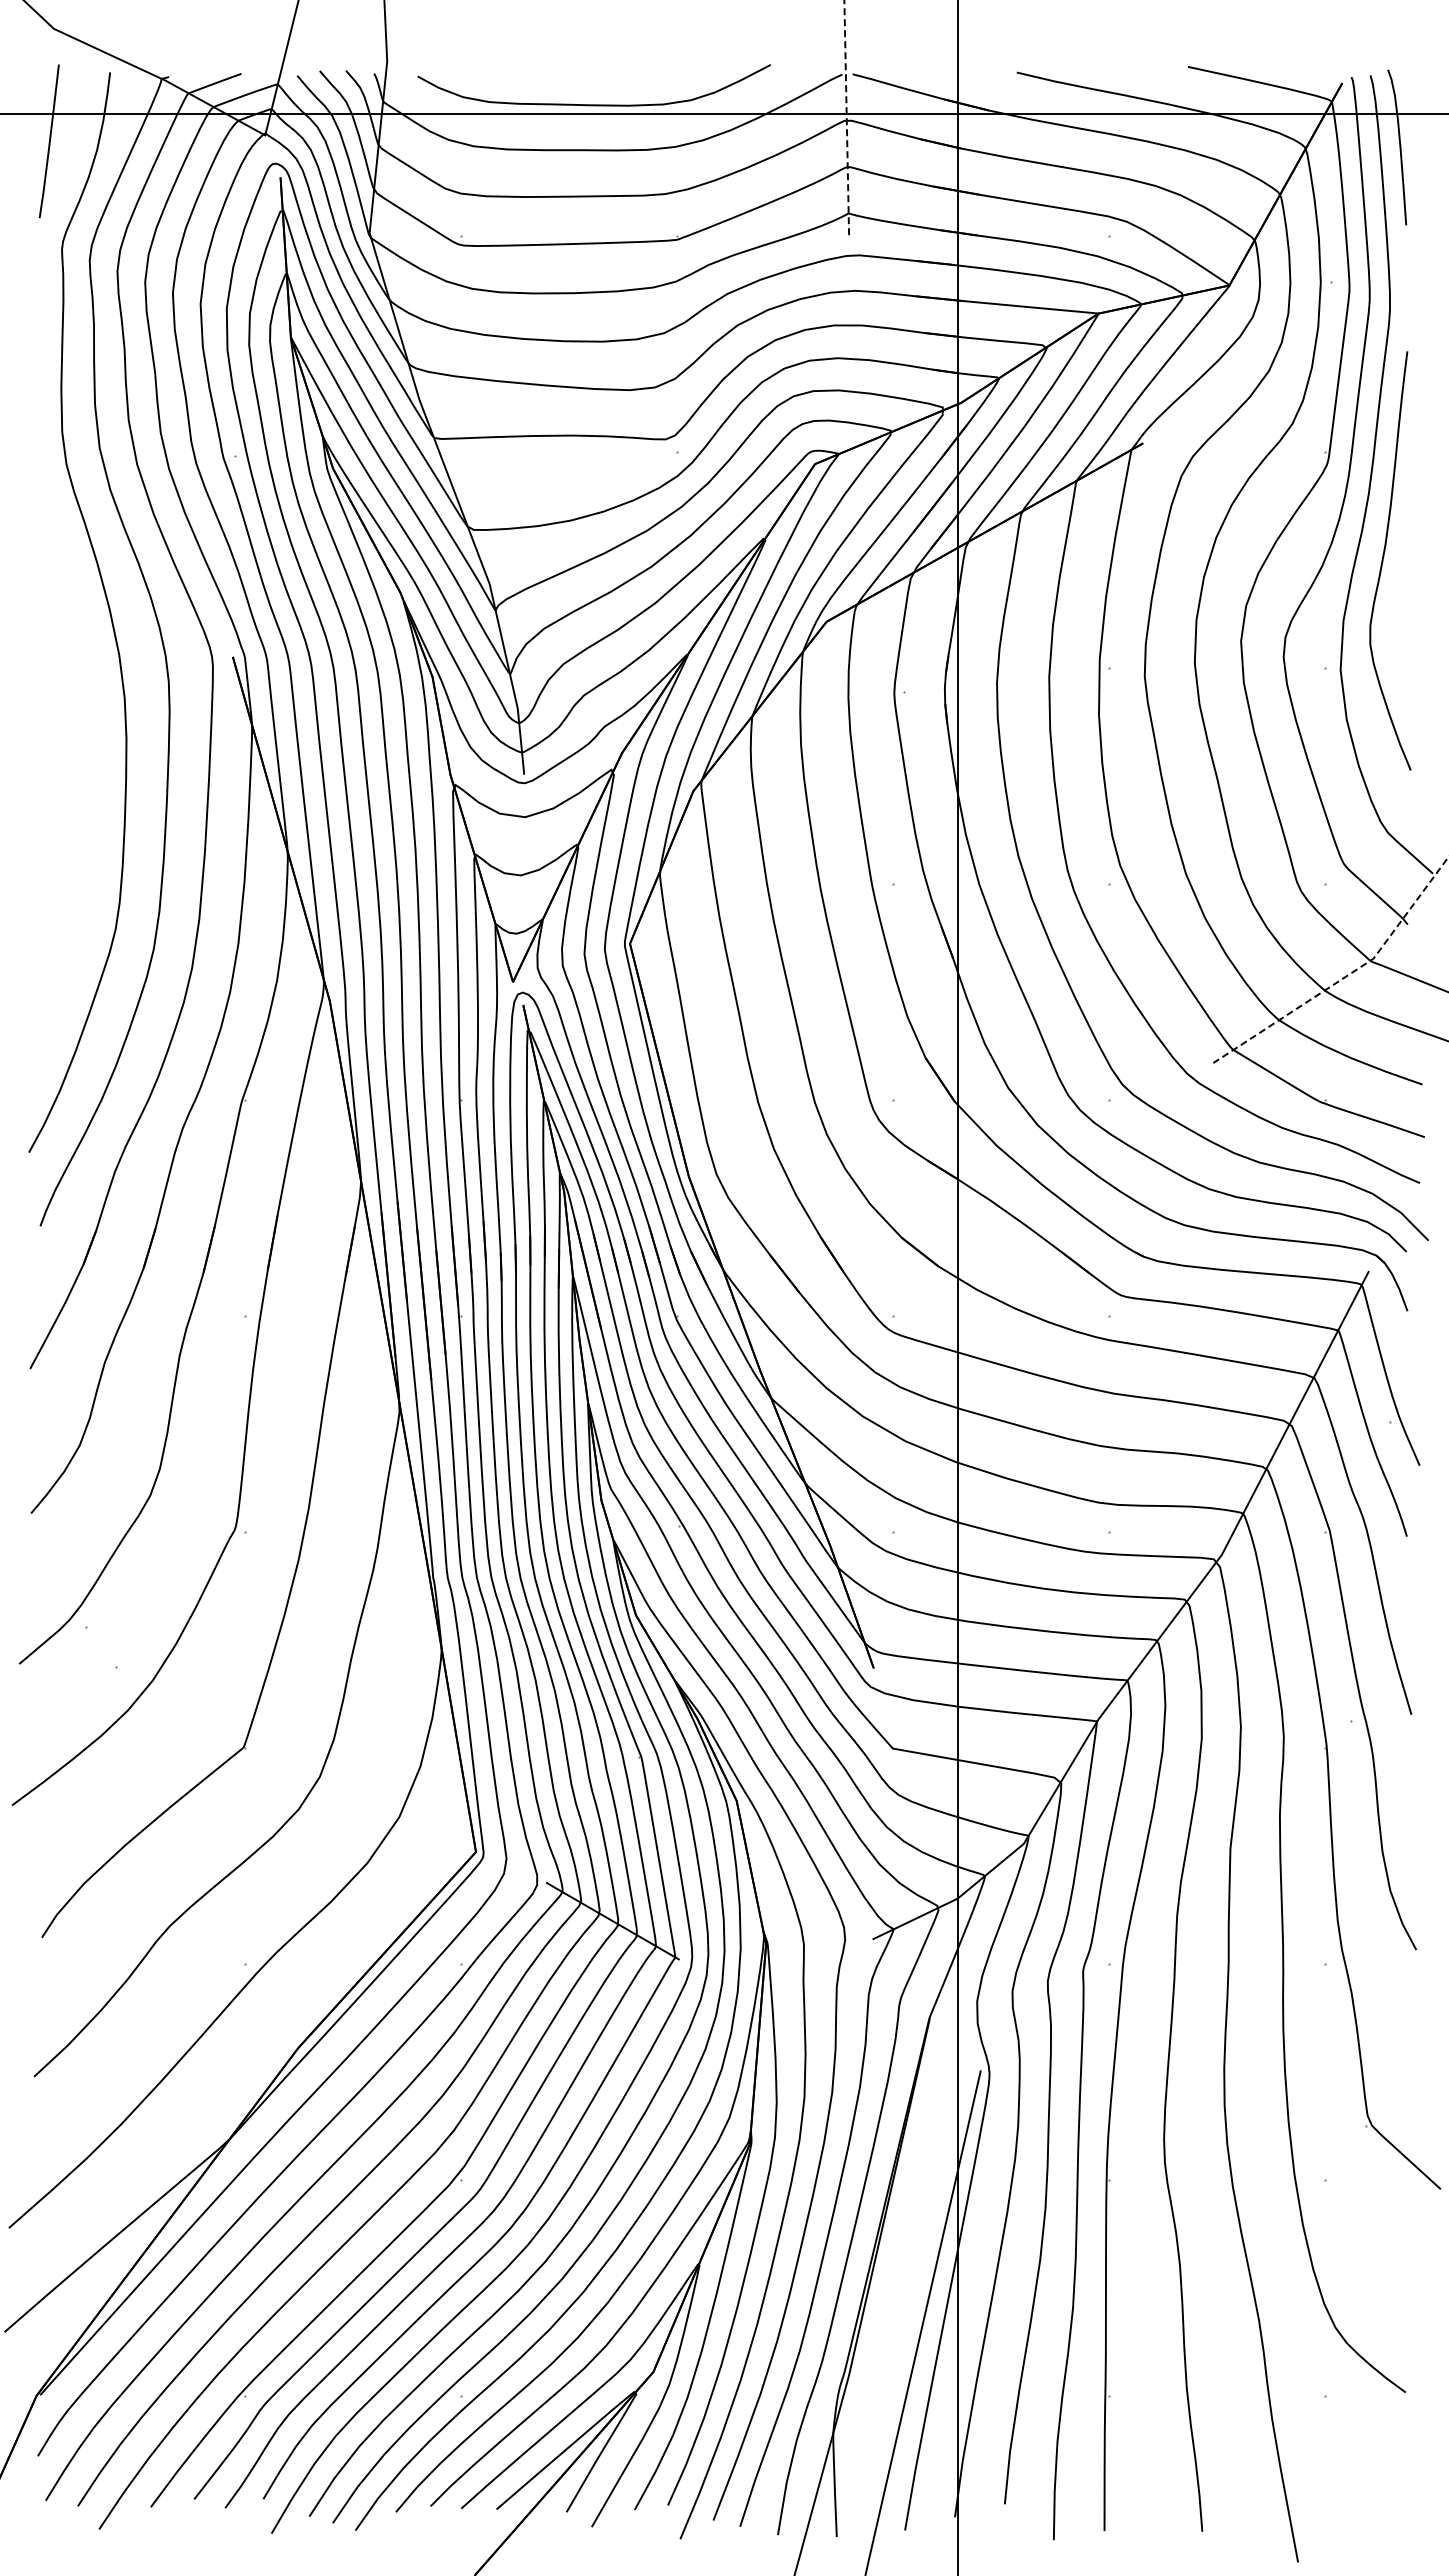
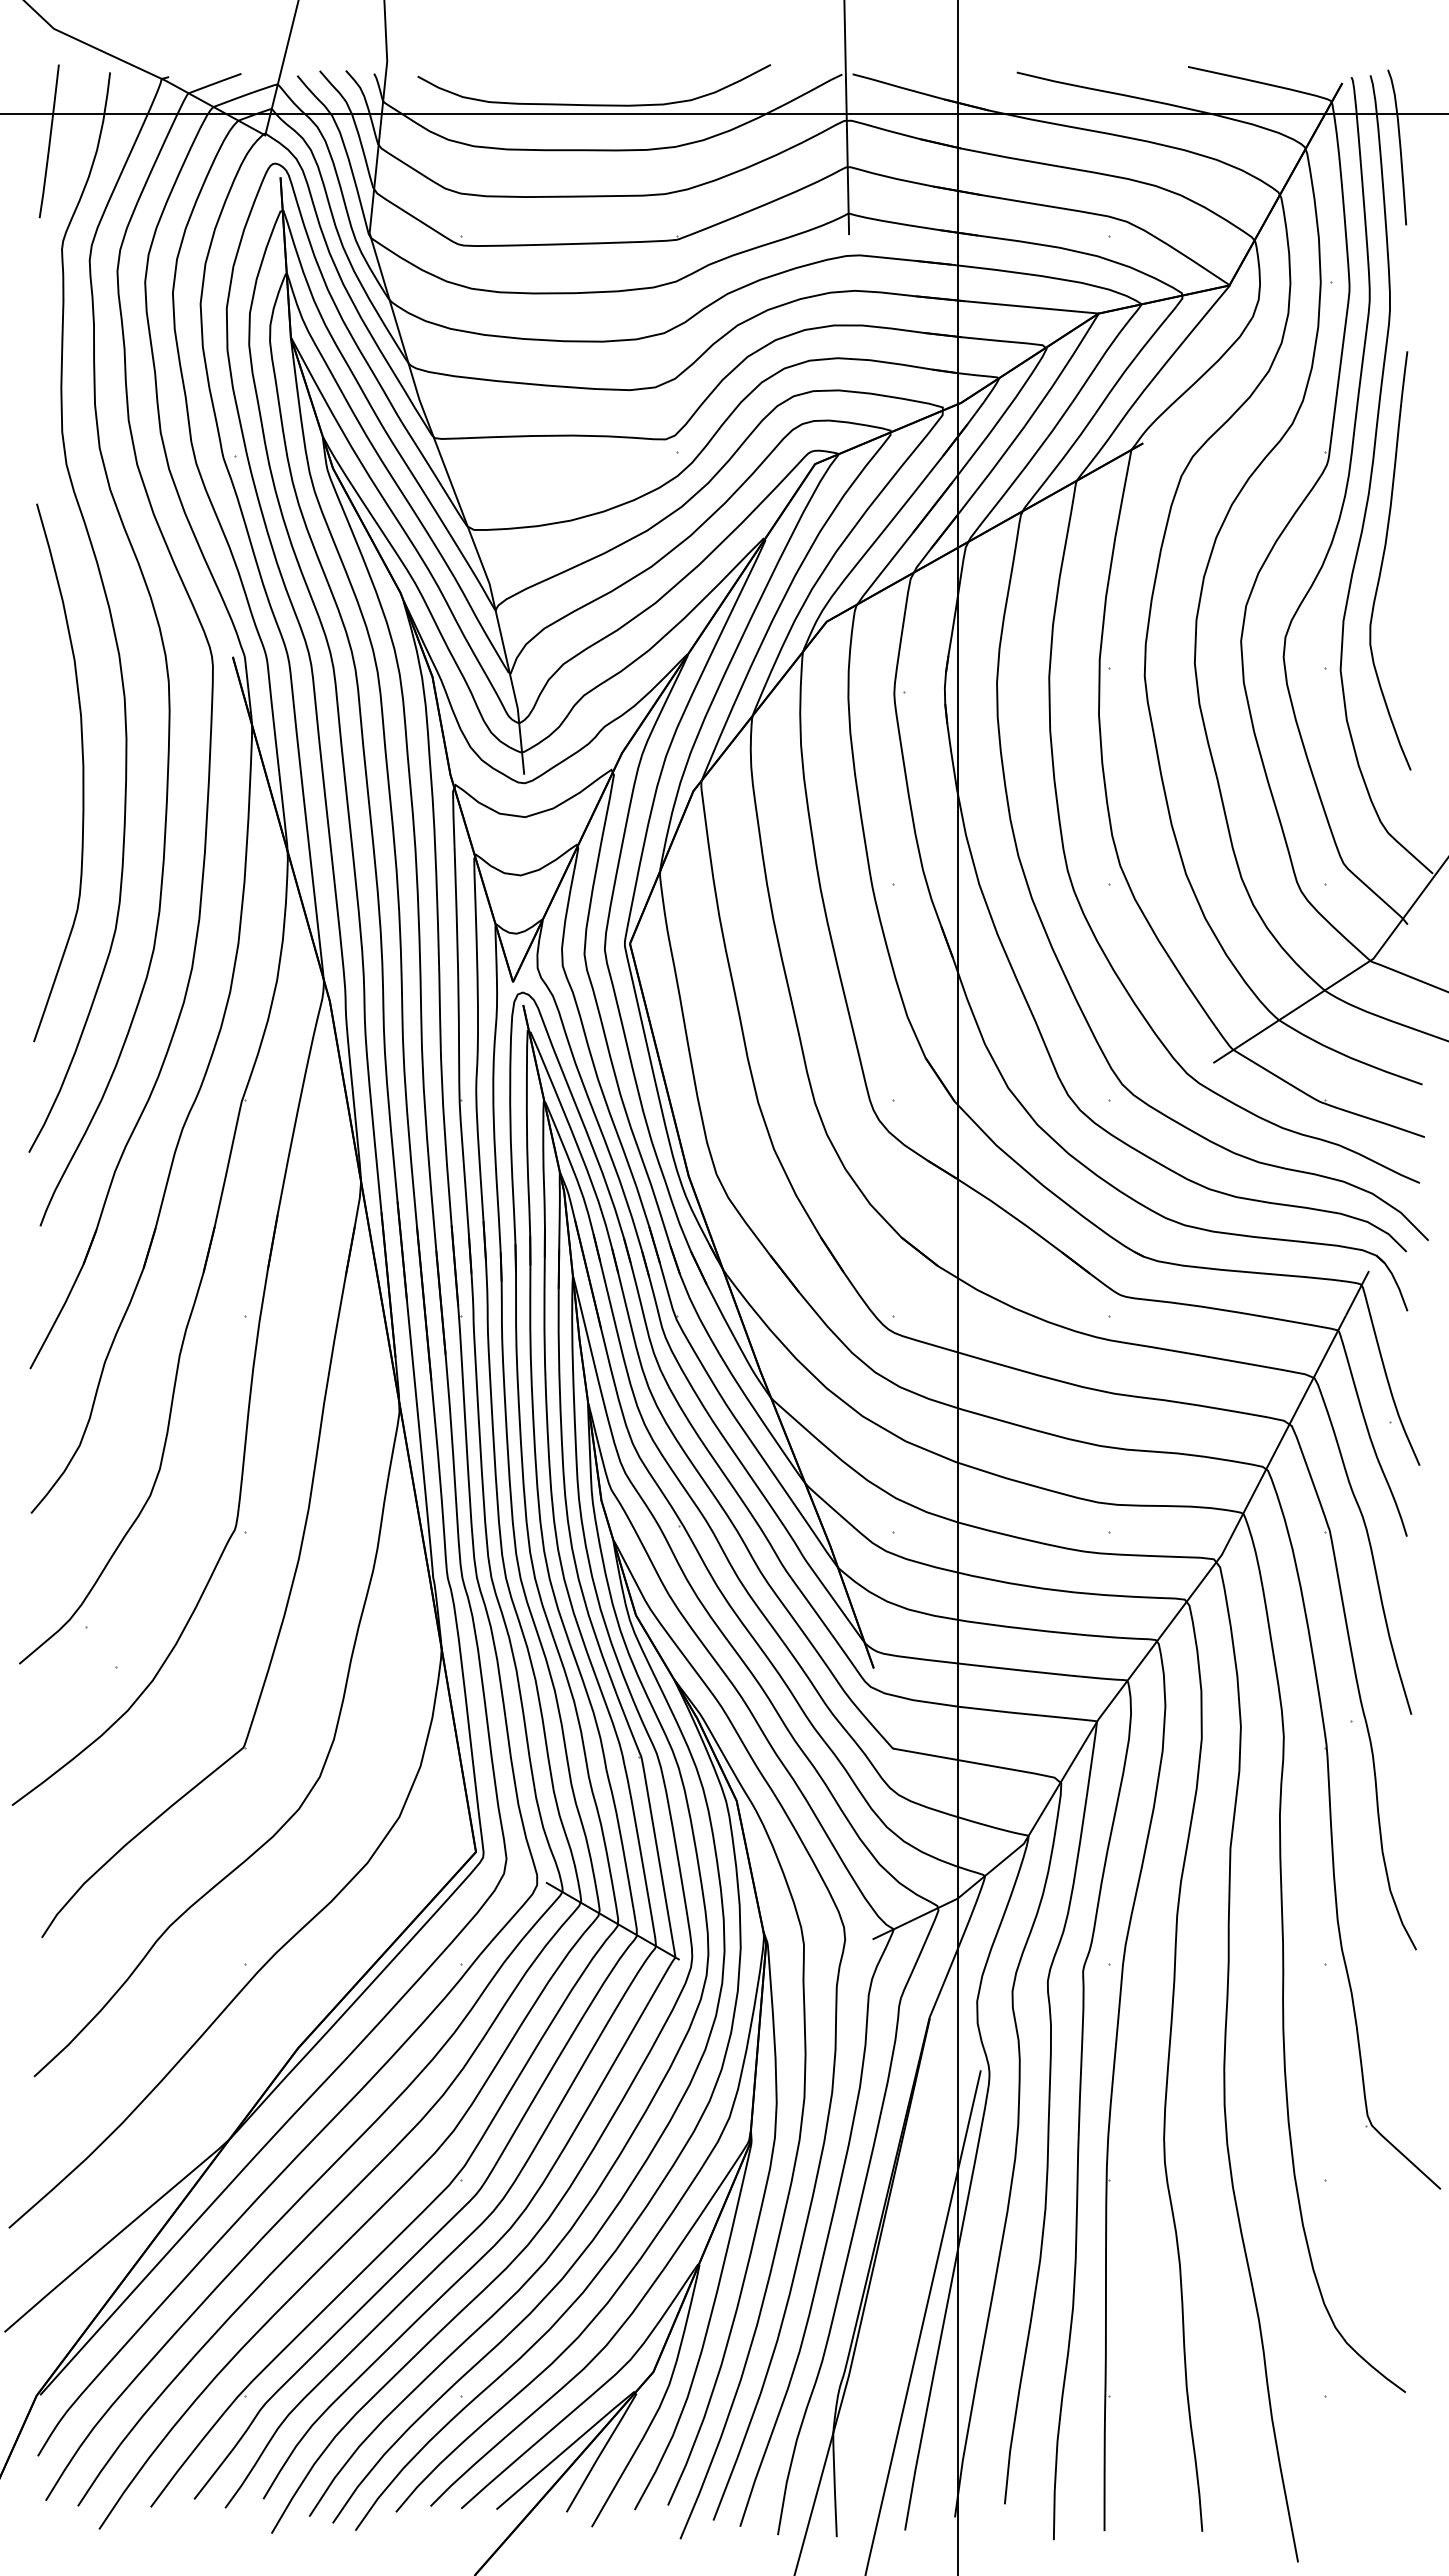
line at (846, 118): dashed -> solid
curve at (82, 772): none -> present
line at (1346, 976): dashed -> solid
